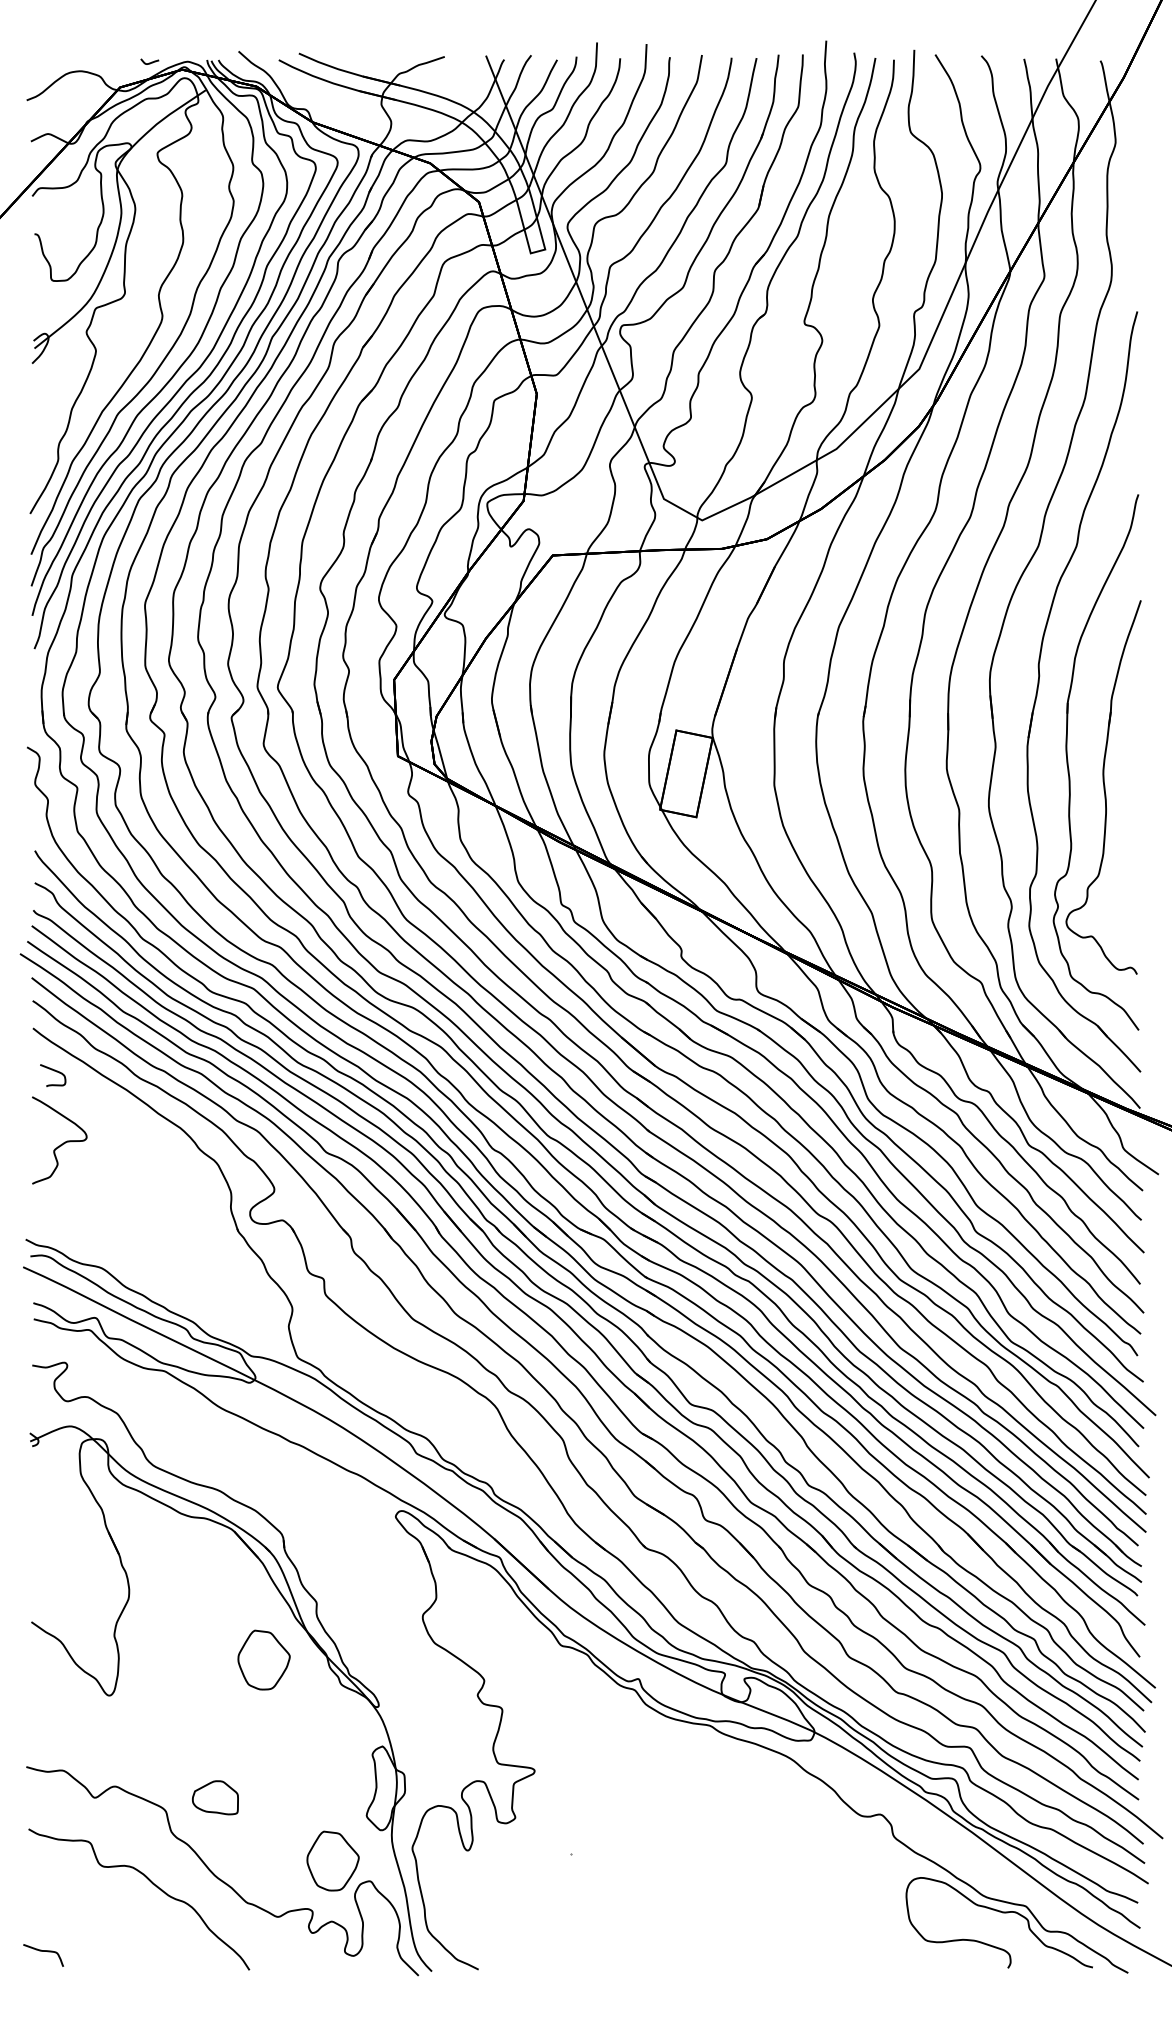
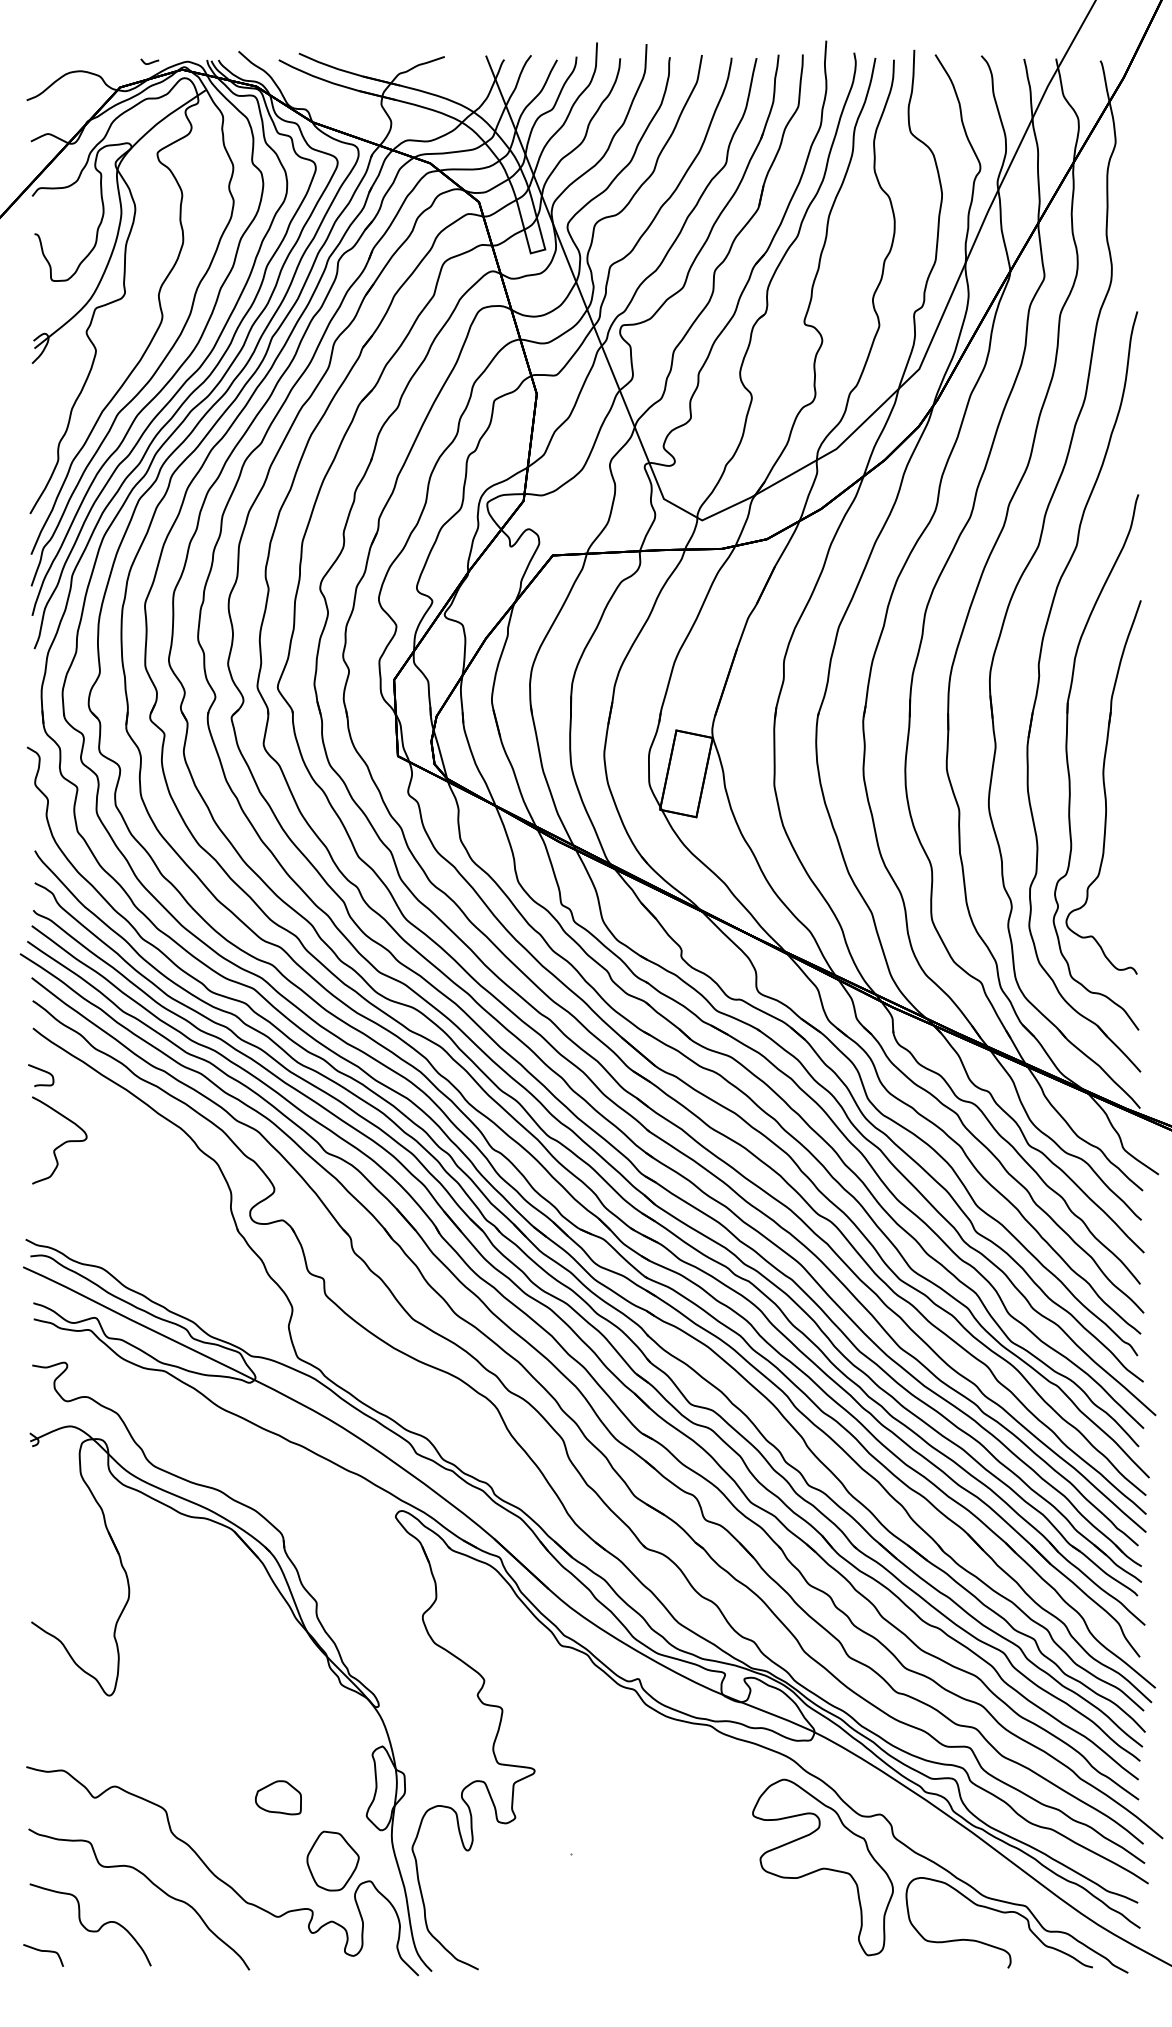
curve at (54, 1071) position: (54, 1071) -> (42, 1071)
part at (263, 1659): present -> none
part at (215, 1797) position: (215, 1797) -> (278, 1797)
part at (822, 1867): none -> present
curve at (86, 1927): none -> present
